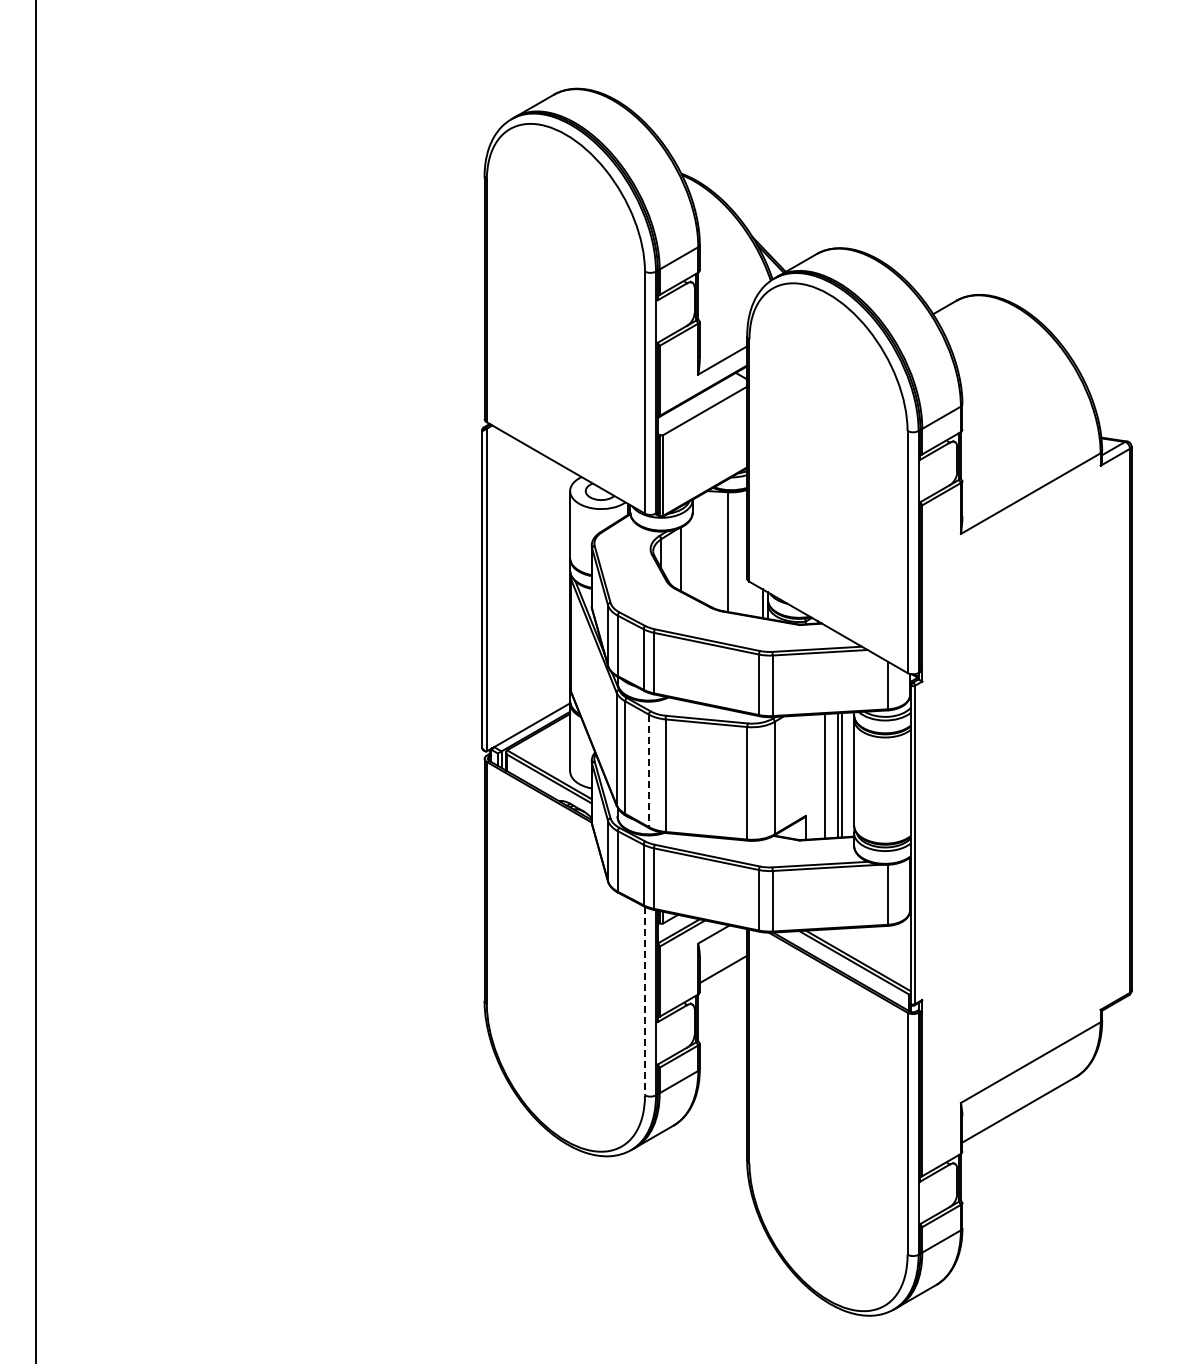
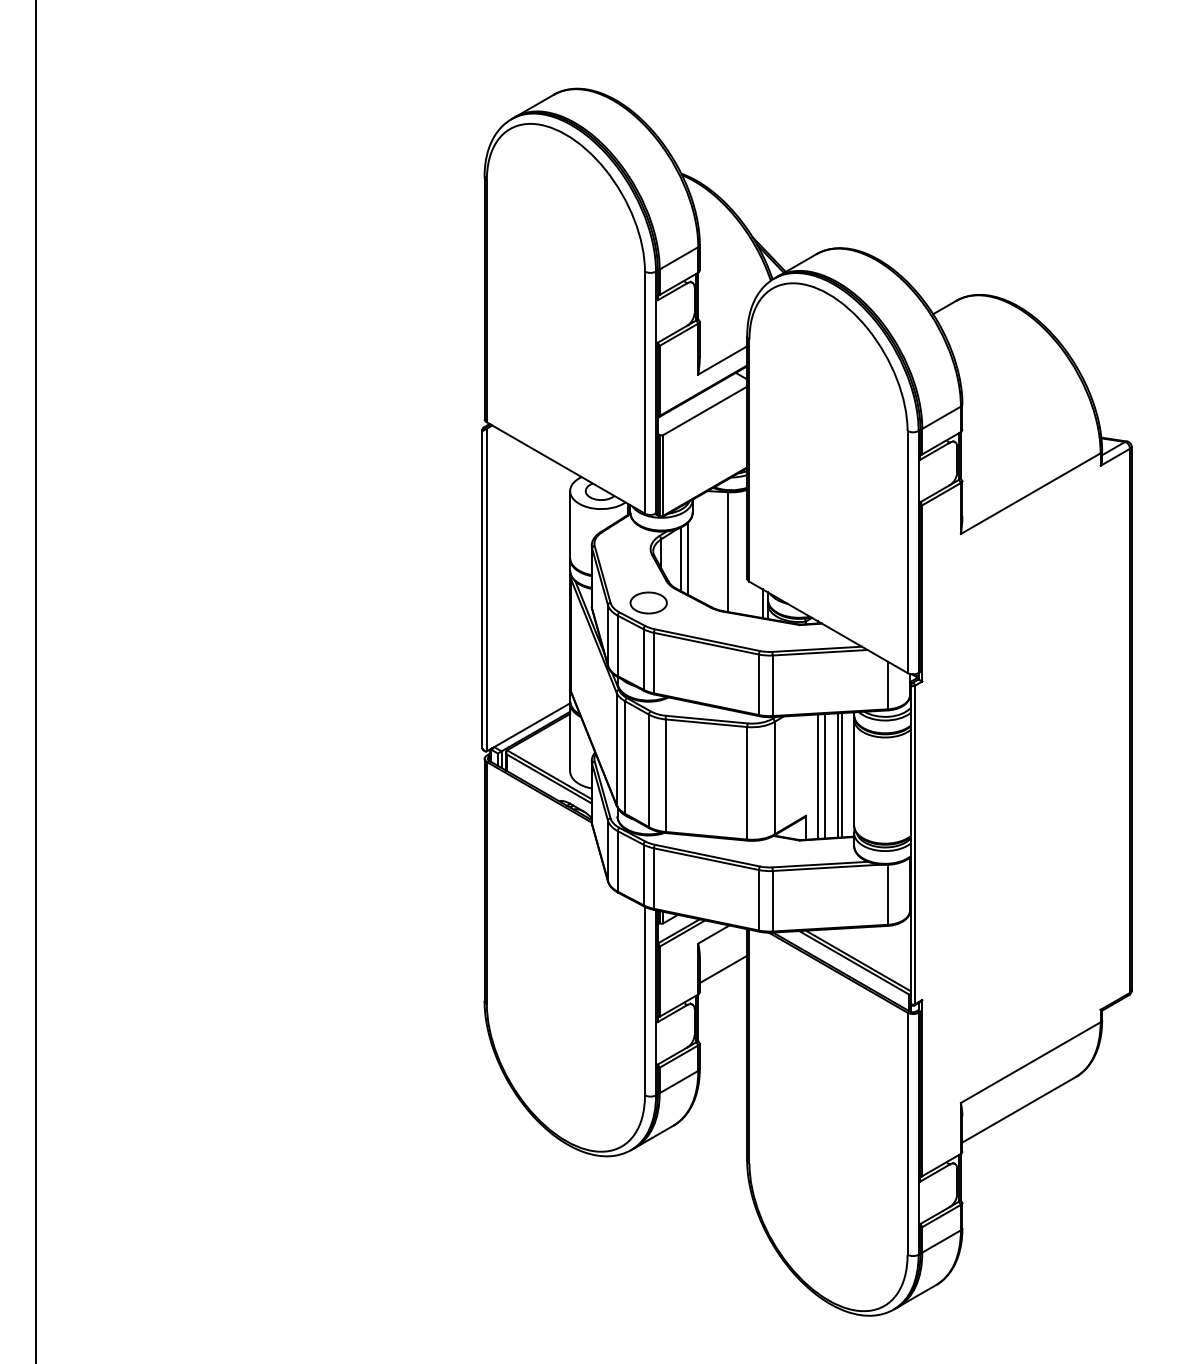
line at (687, 558): none -> present
part at (648, 602): none -> present
line at (648, 771): dashed -> solid
line at (817, 776): none -> present
line at (644, 1001): dashed -> solid
